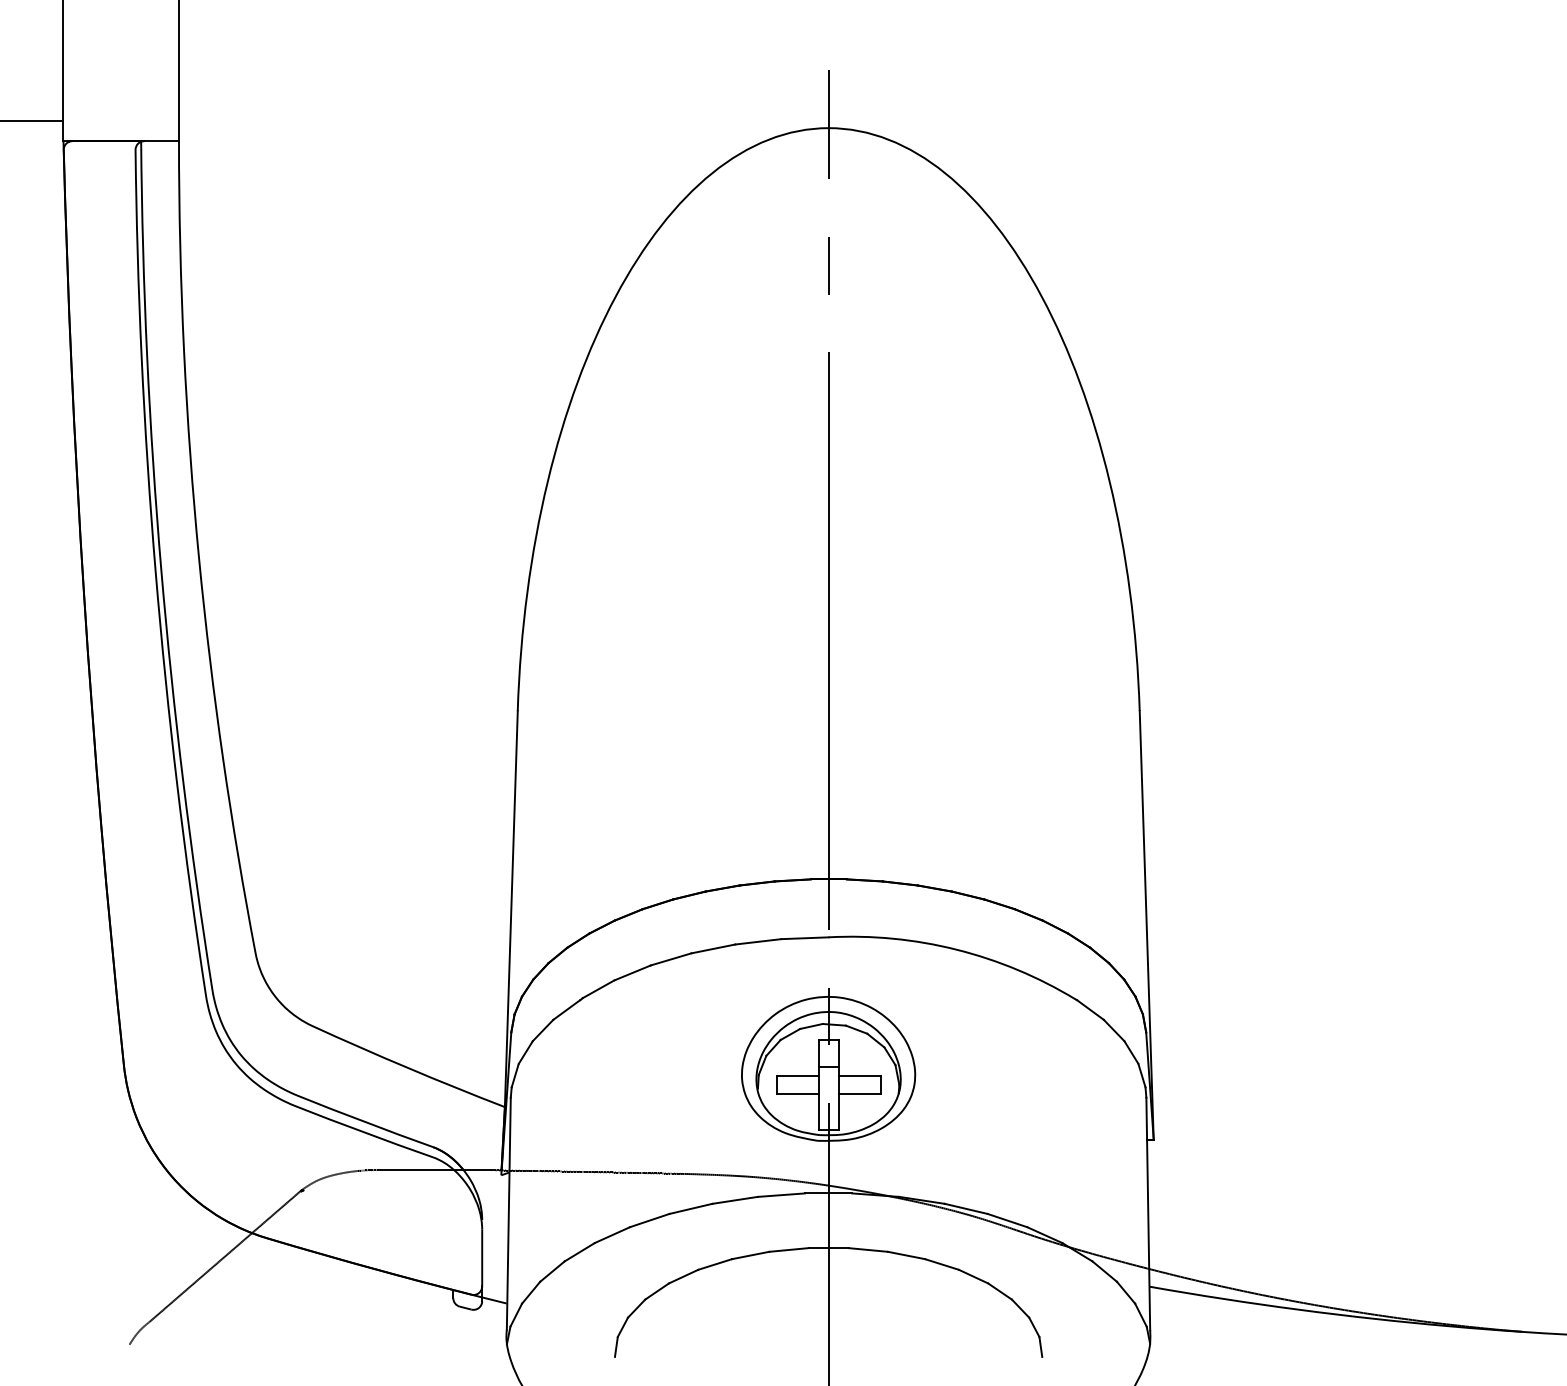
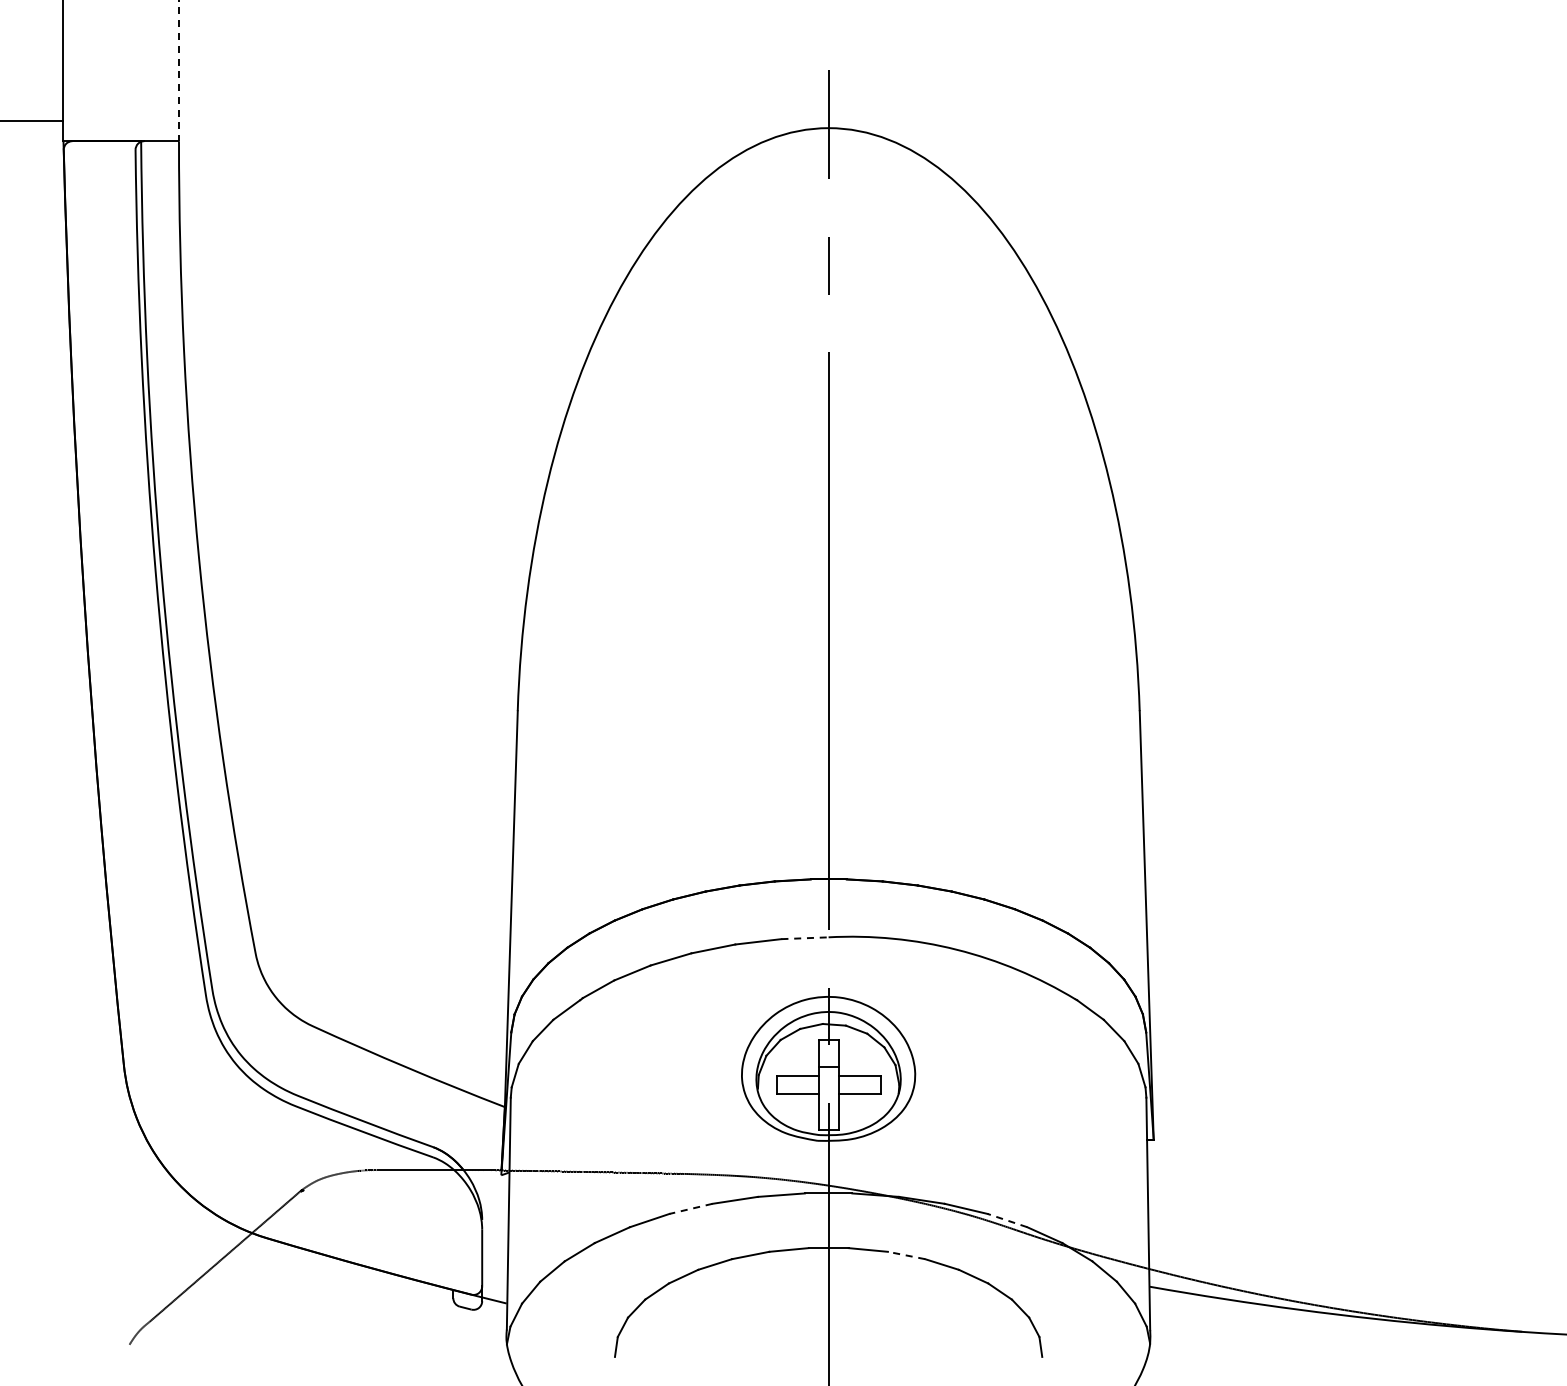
line at (179, 71): solid -> dashed
line at (805, 938): solid -> dashed
line at (690, 1208): solid -> dashed
line at (1007, 1220): solid -> dashed
line at (906, 1255): solid -> dashed
